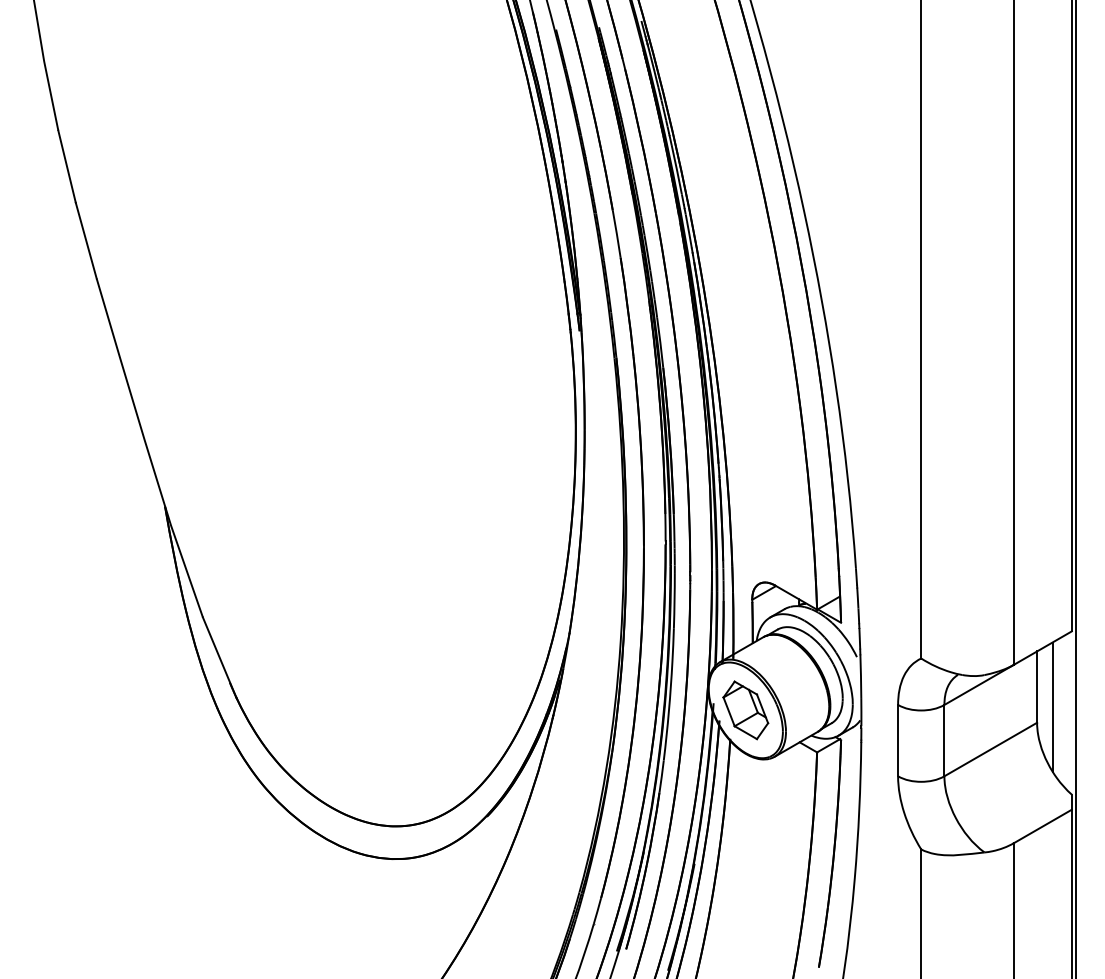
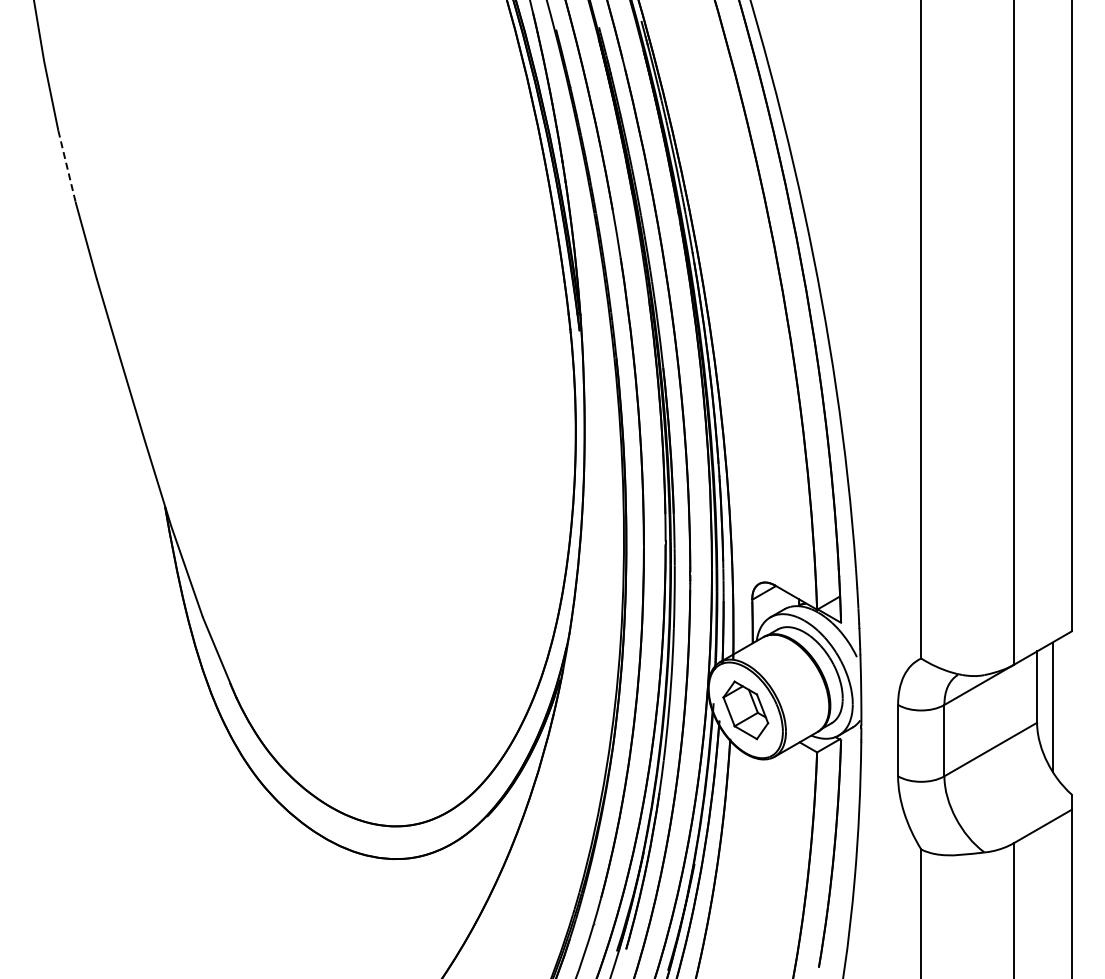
line at (67, 167): solid -> dashed
line at (1075, 488): present -> none
